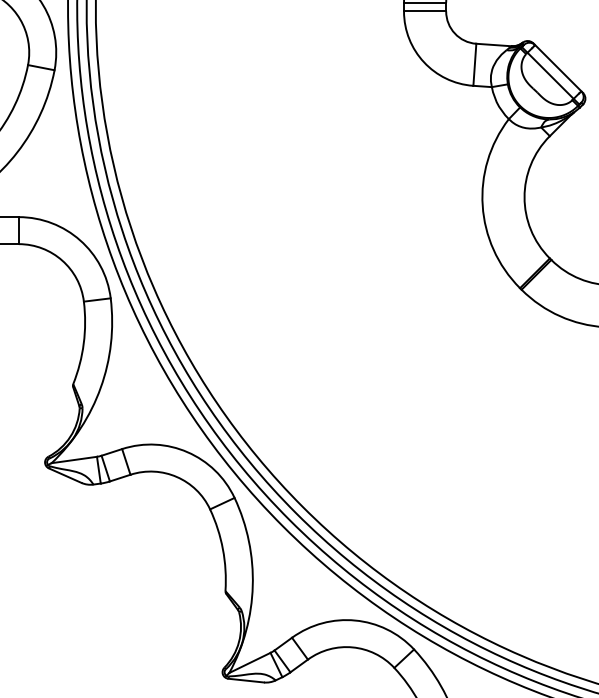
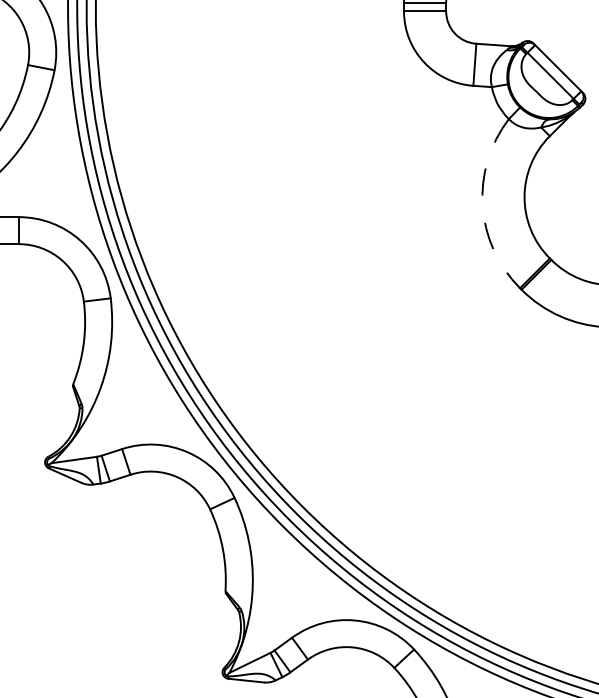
arc at (482, 205): solid -> dashed
